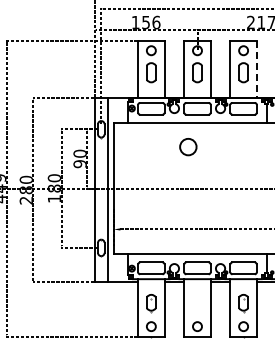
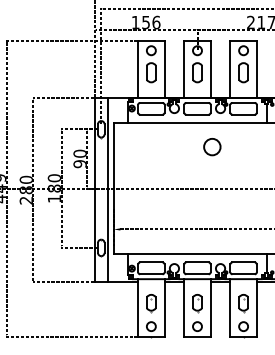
line at (256, 69): dashed -> solid
circle at (188, 147) position: (188, 147) -> (212, 147)
part at (197, 303): none -> present
